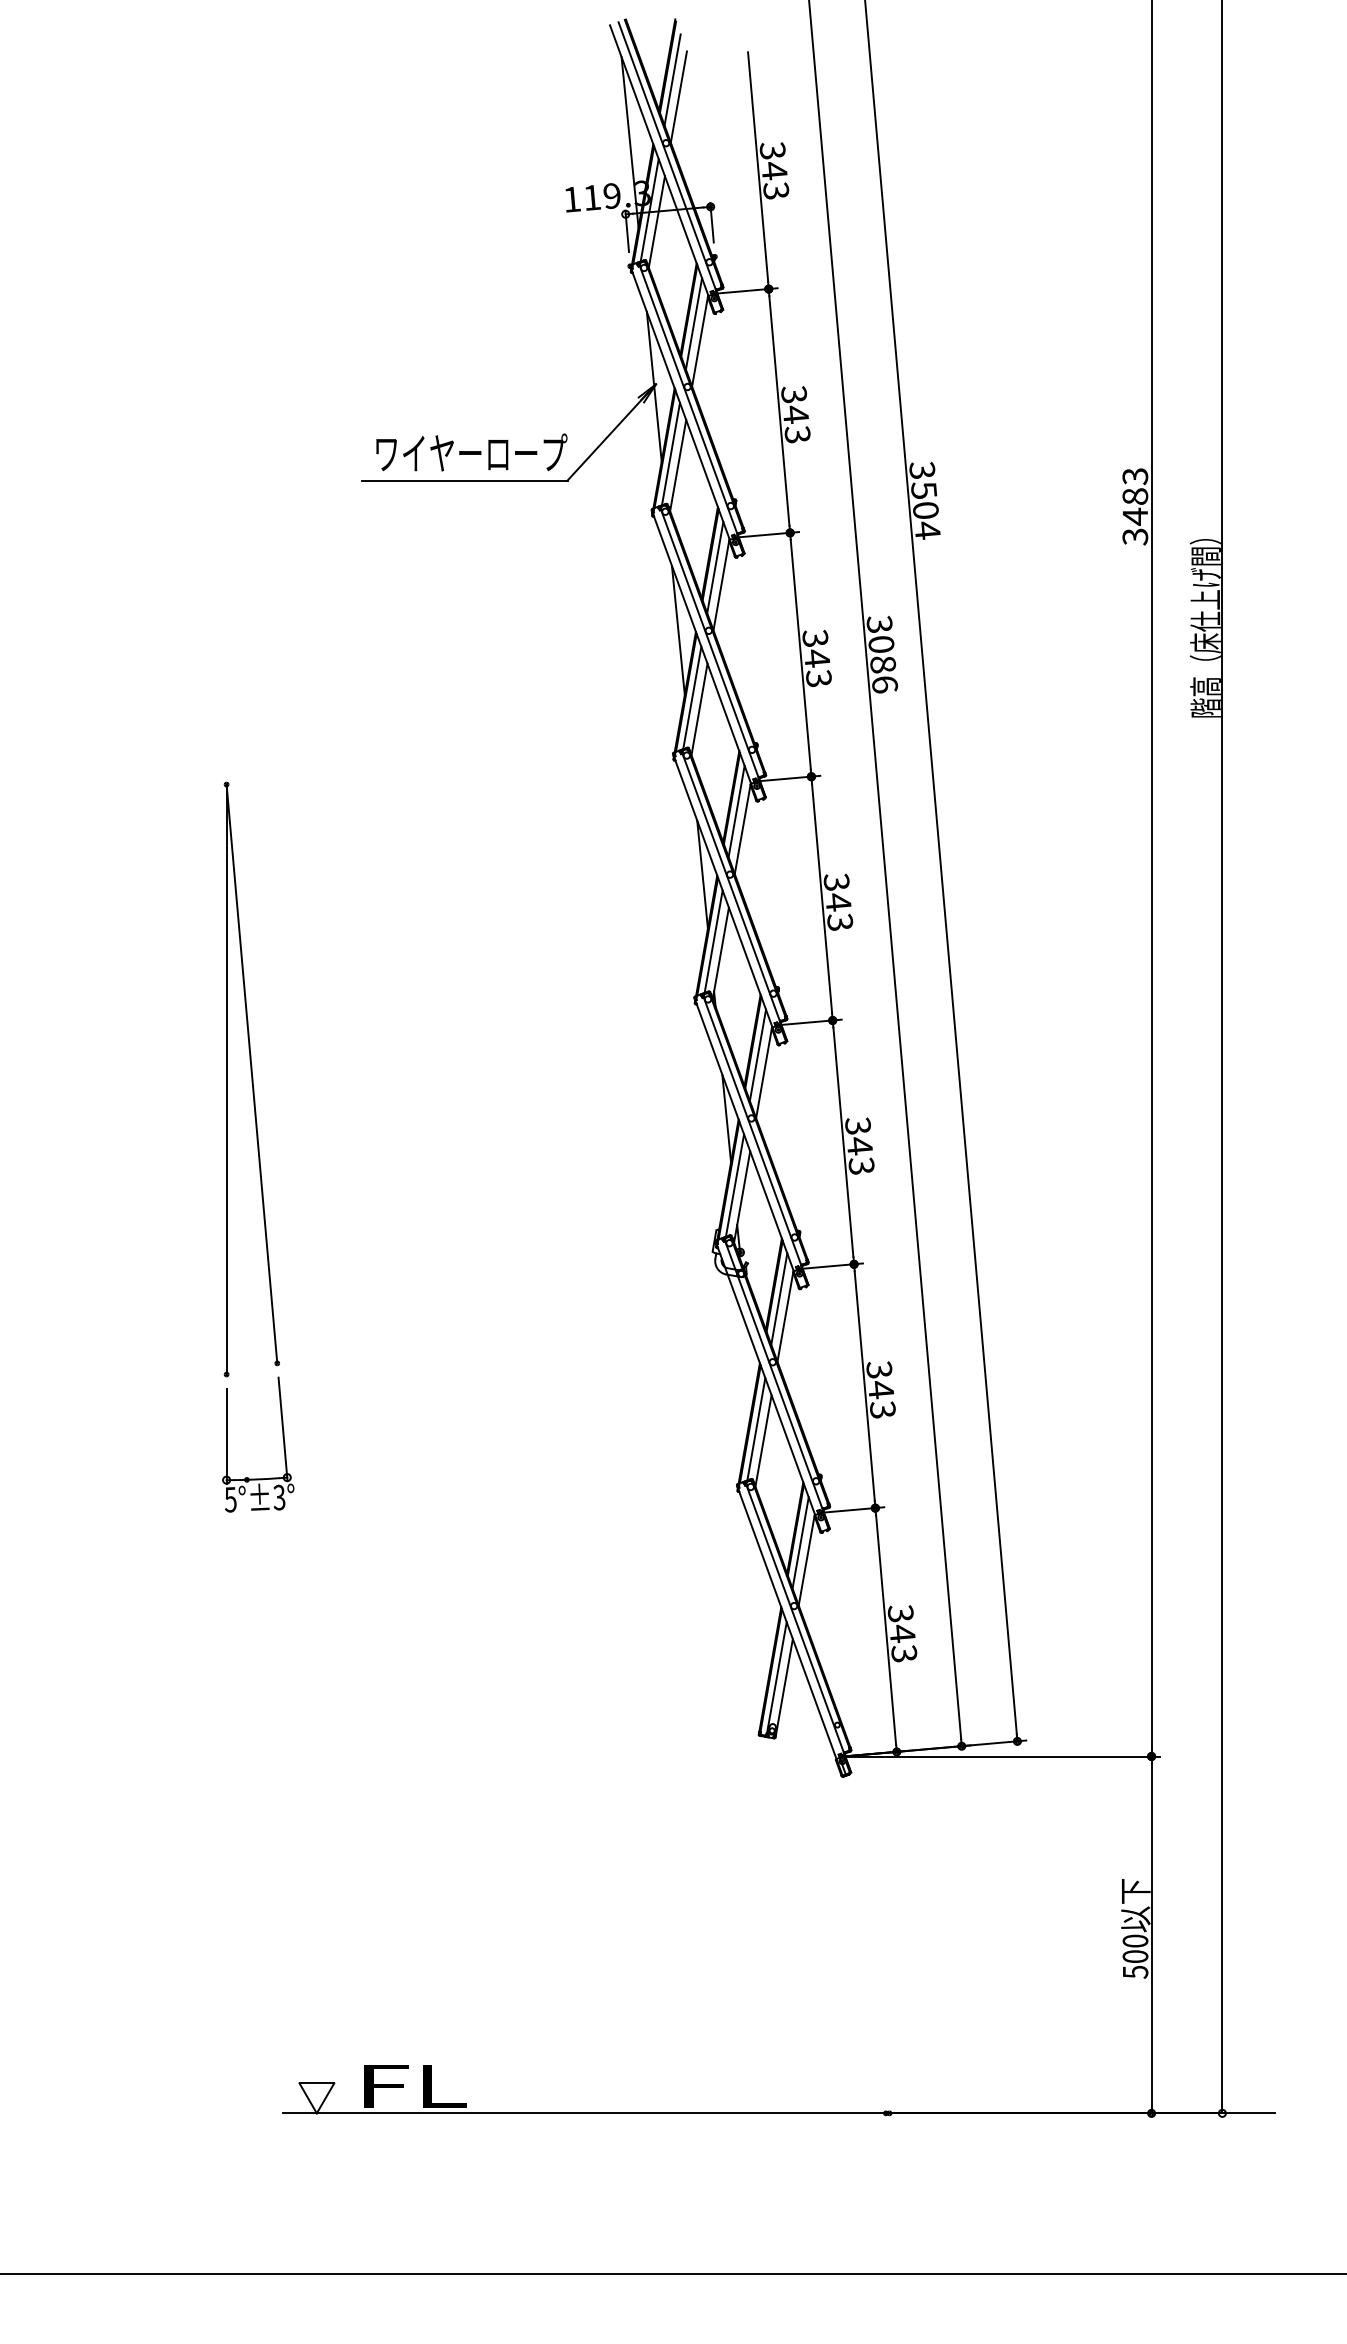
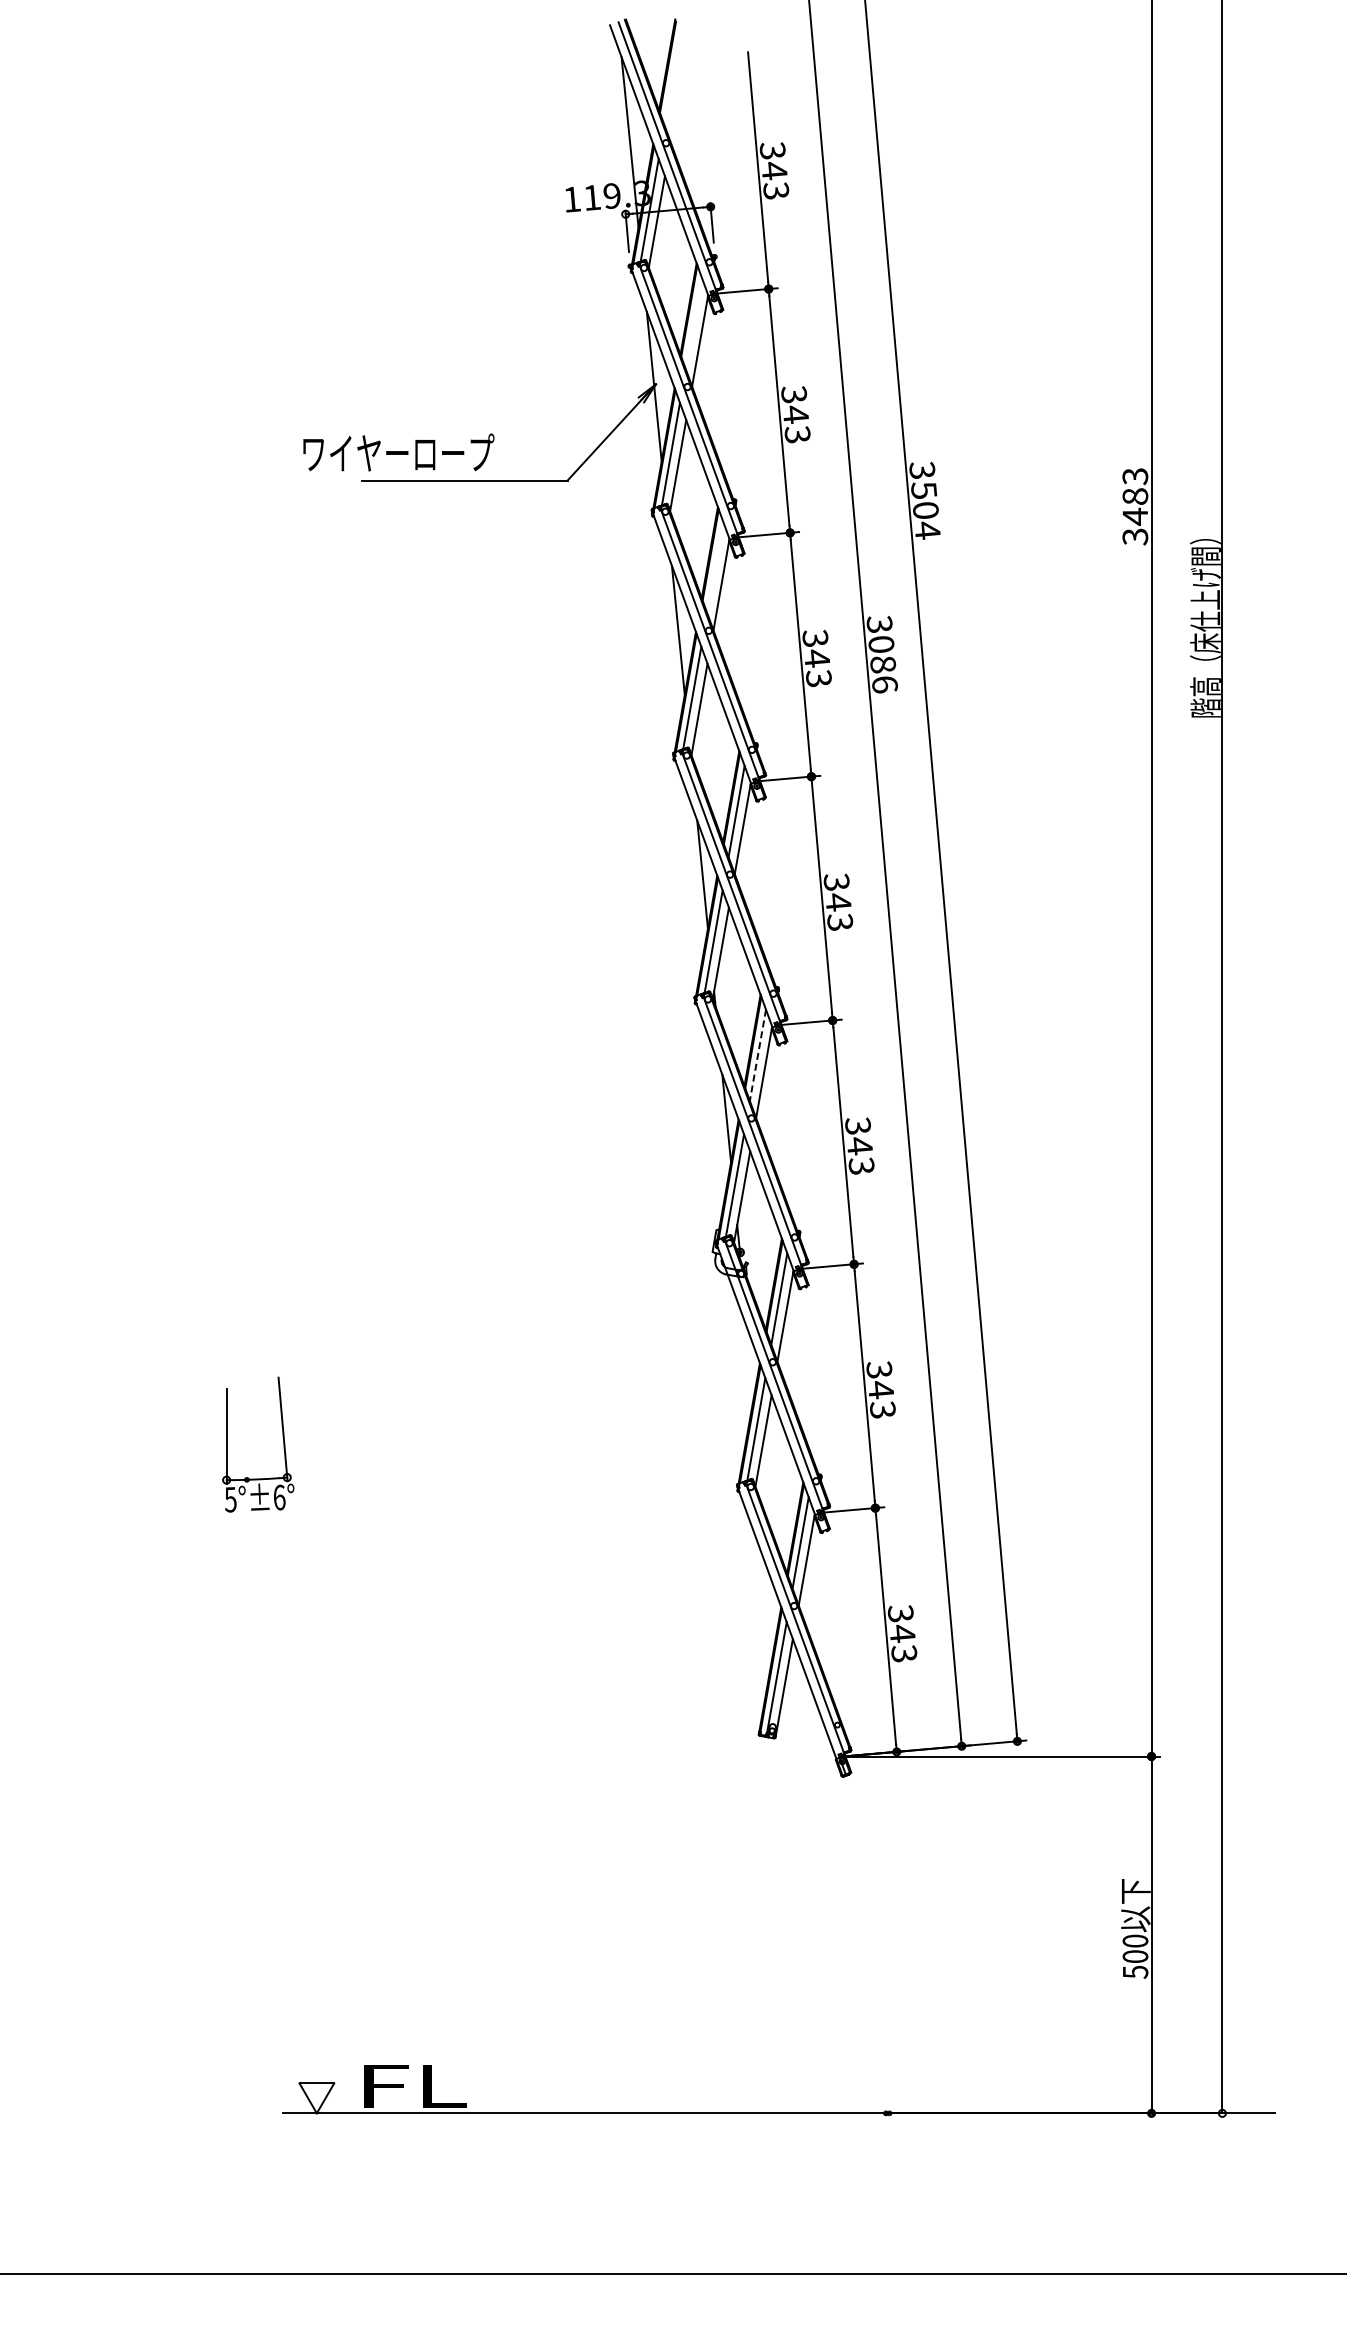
line at (672, 79): present -> none
line at (678, 96): present -> none
line at (693, 323): present -> none
text at (471, 452) position: (471, 452) -> (398, 452)
line at (715, 567): present -> none
line at (757, 1055): solid -> dashed
part at (251, 1079): present -> none
text at (279, 1497): 5°±3° -> 5°±6°
